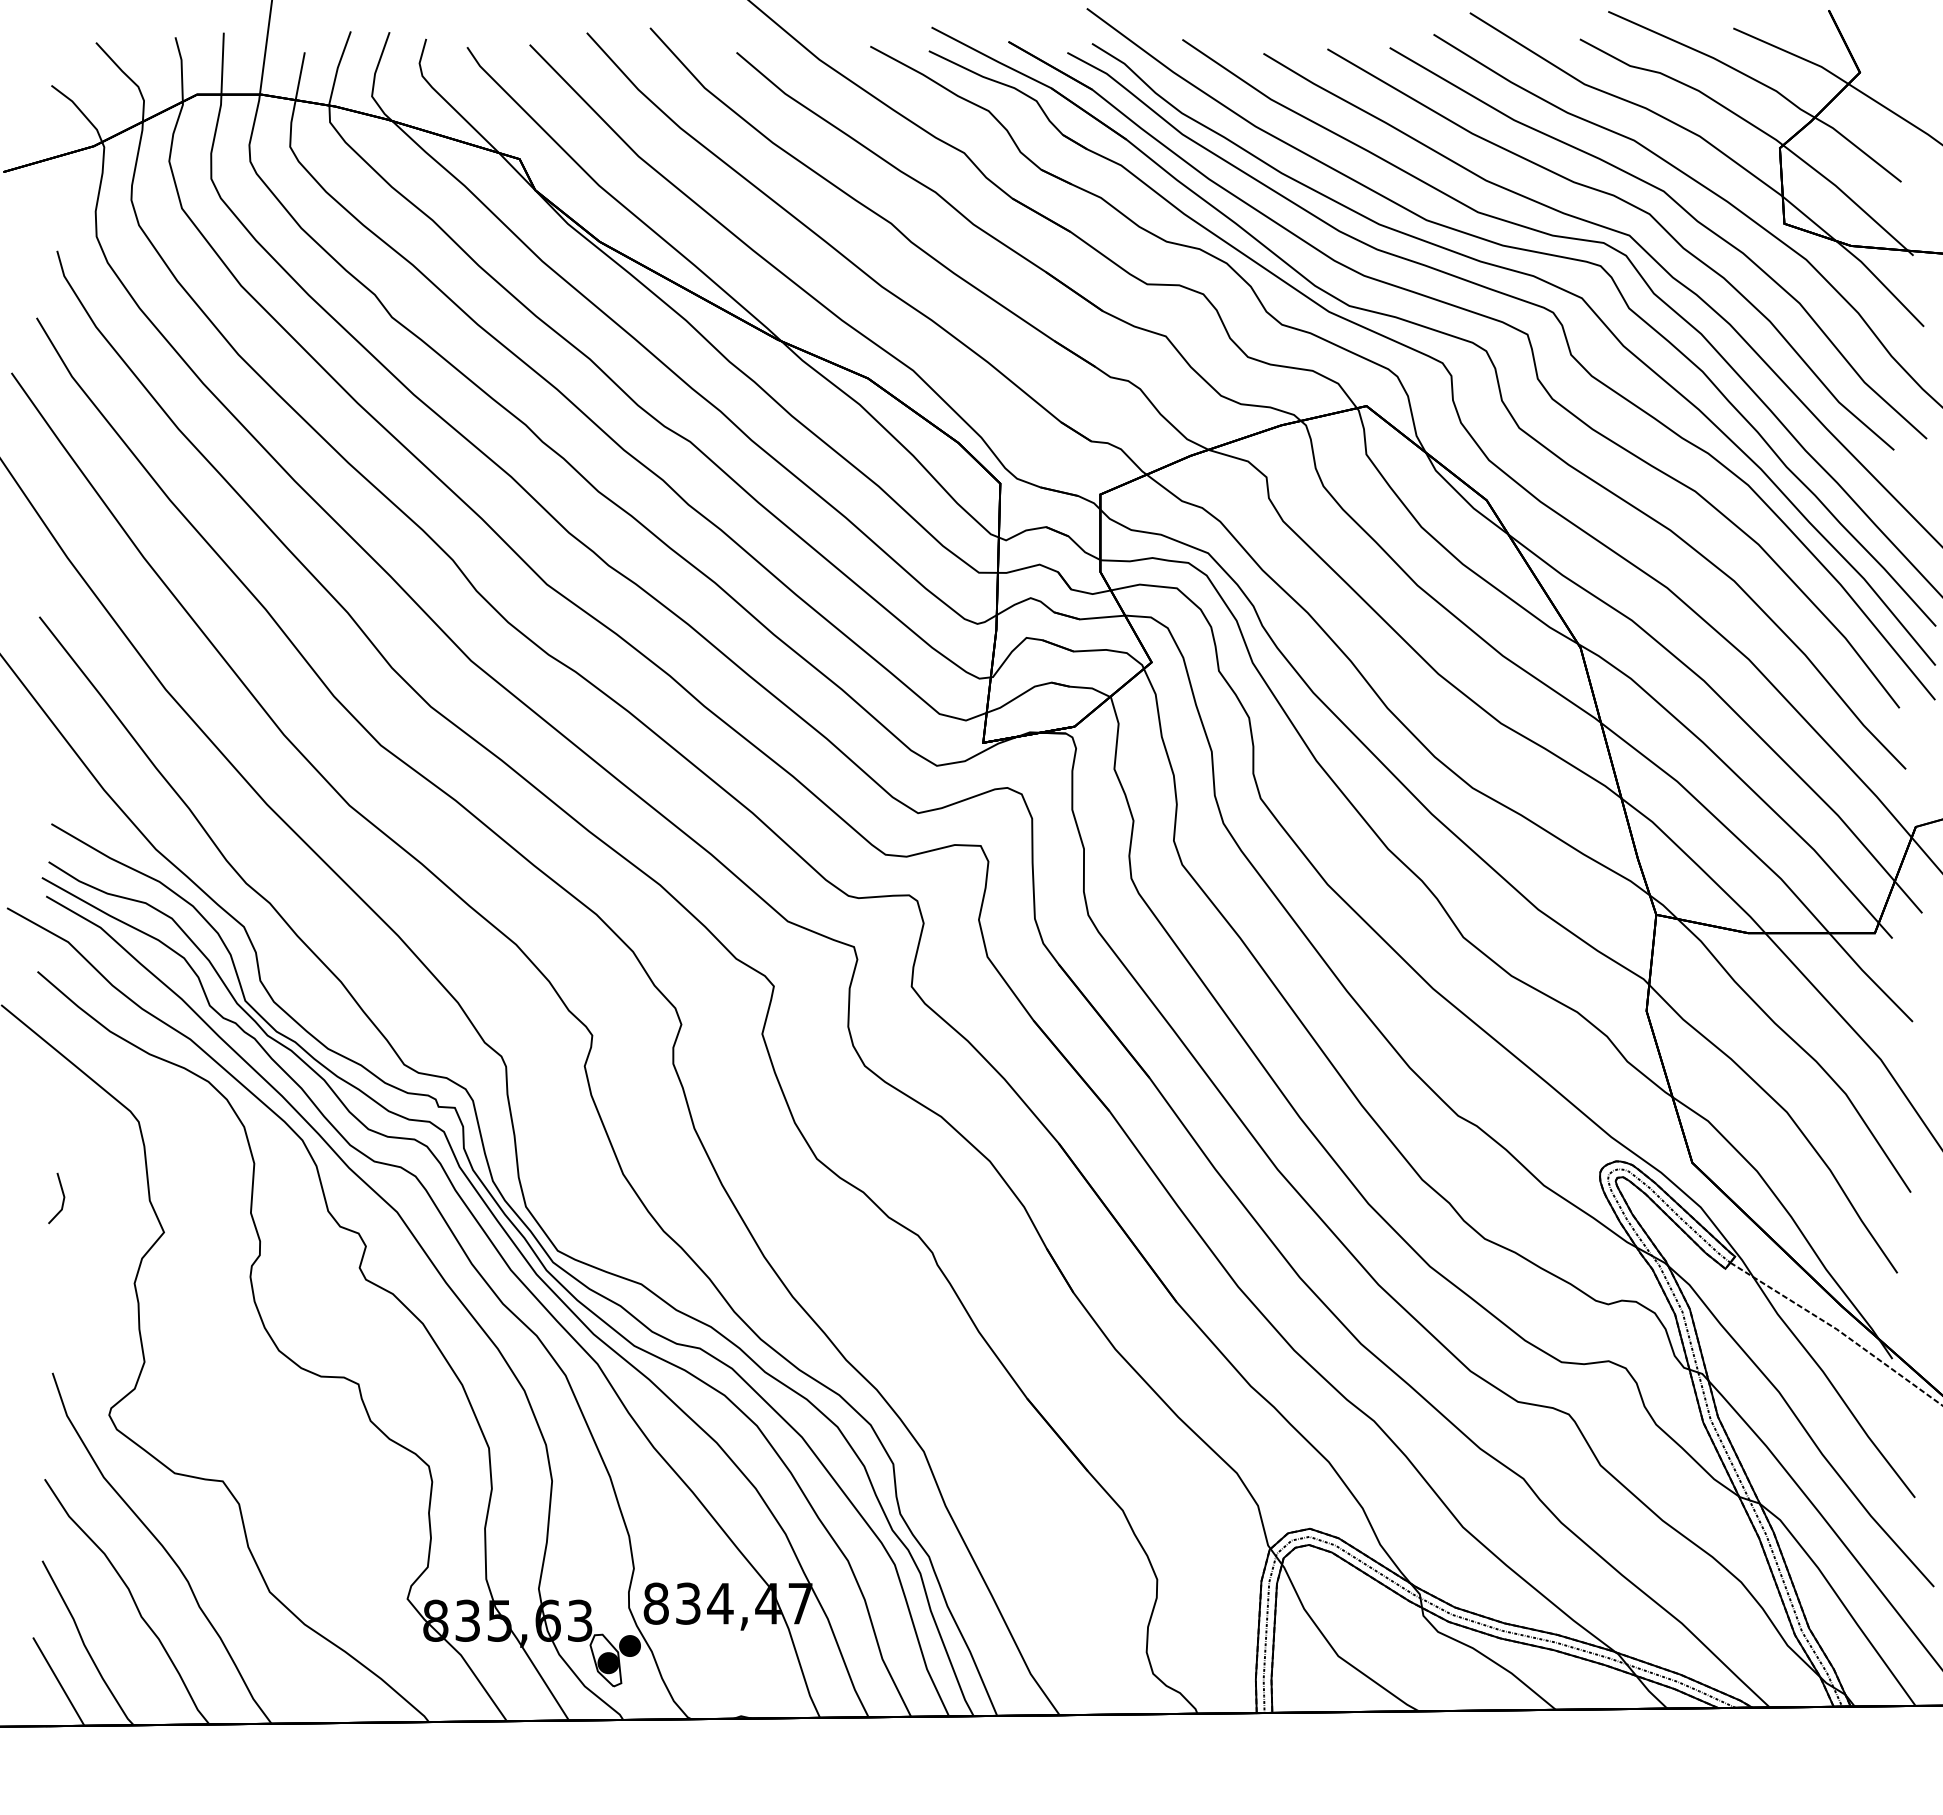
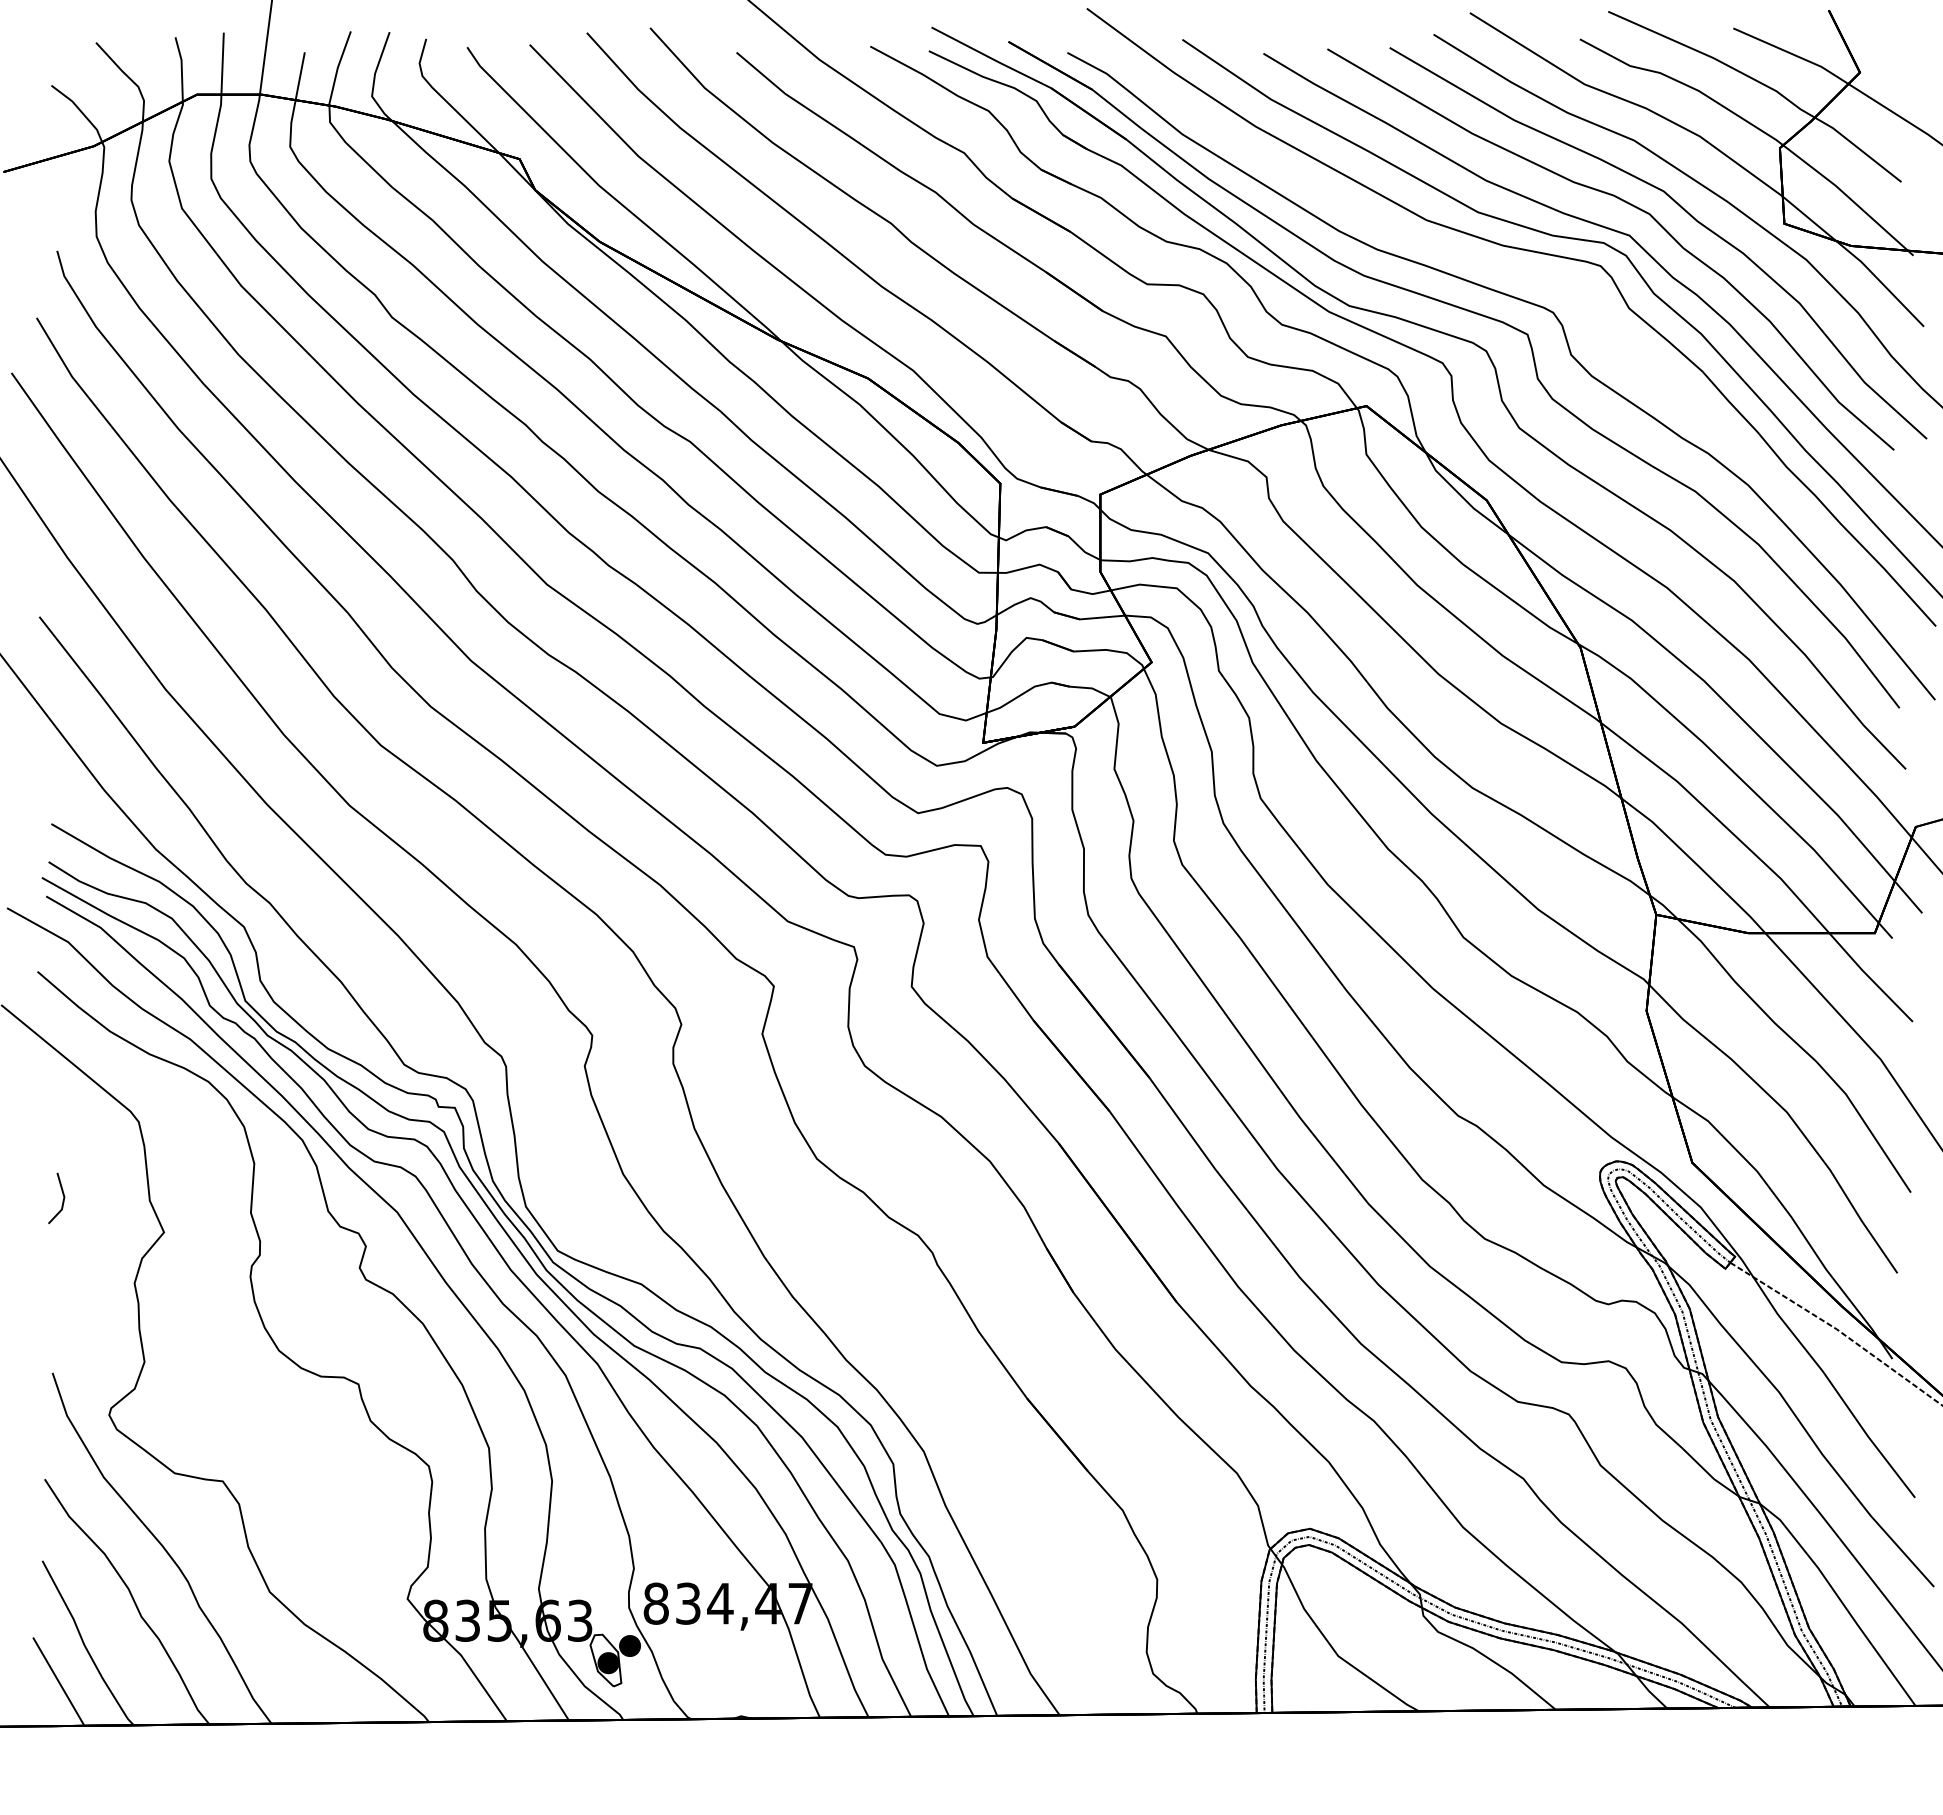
curve at (1546, 283): present -> none
